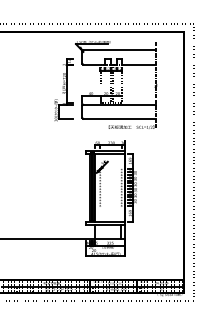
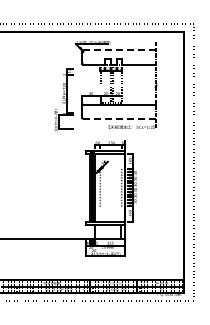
line at (120, 50): solid -> dashed
part at (63, 89) position: (63, 89) -> (63, 99)
line at (120, 118): solid -> dashed
